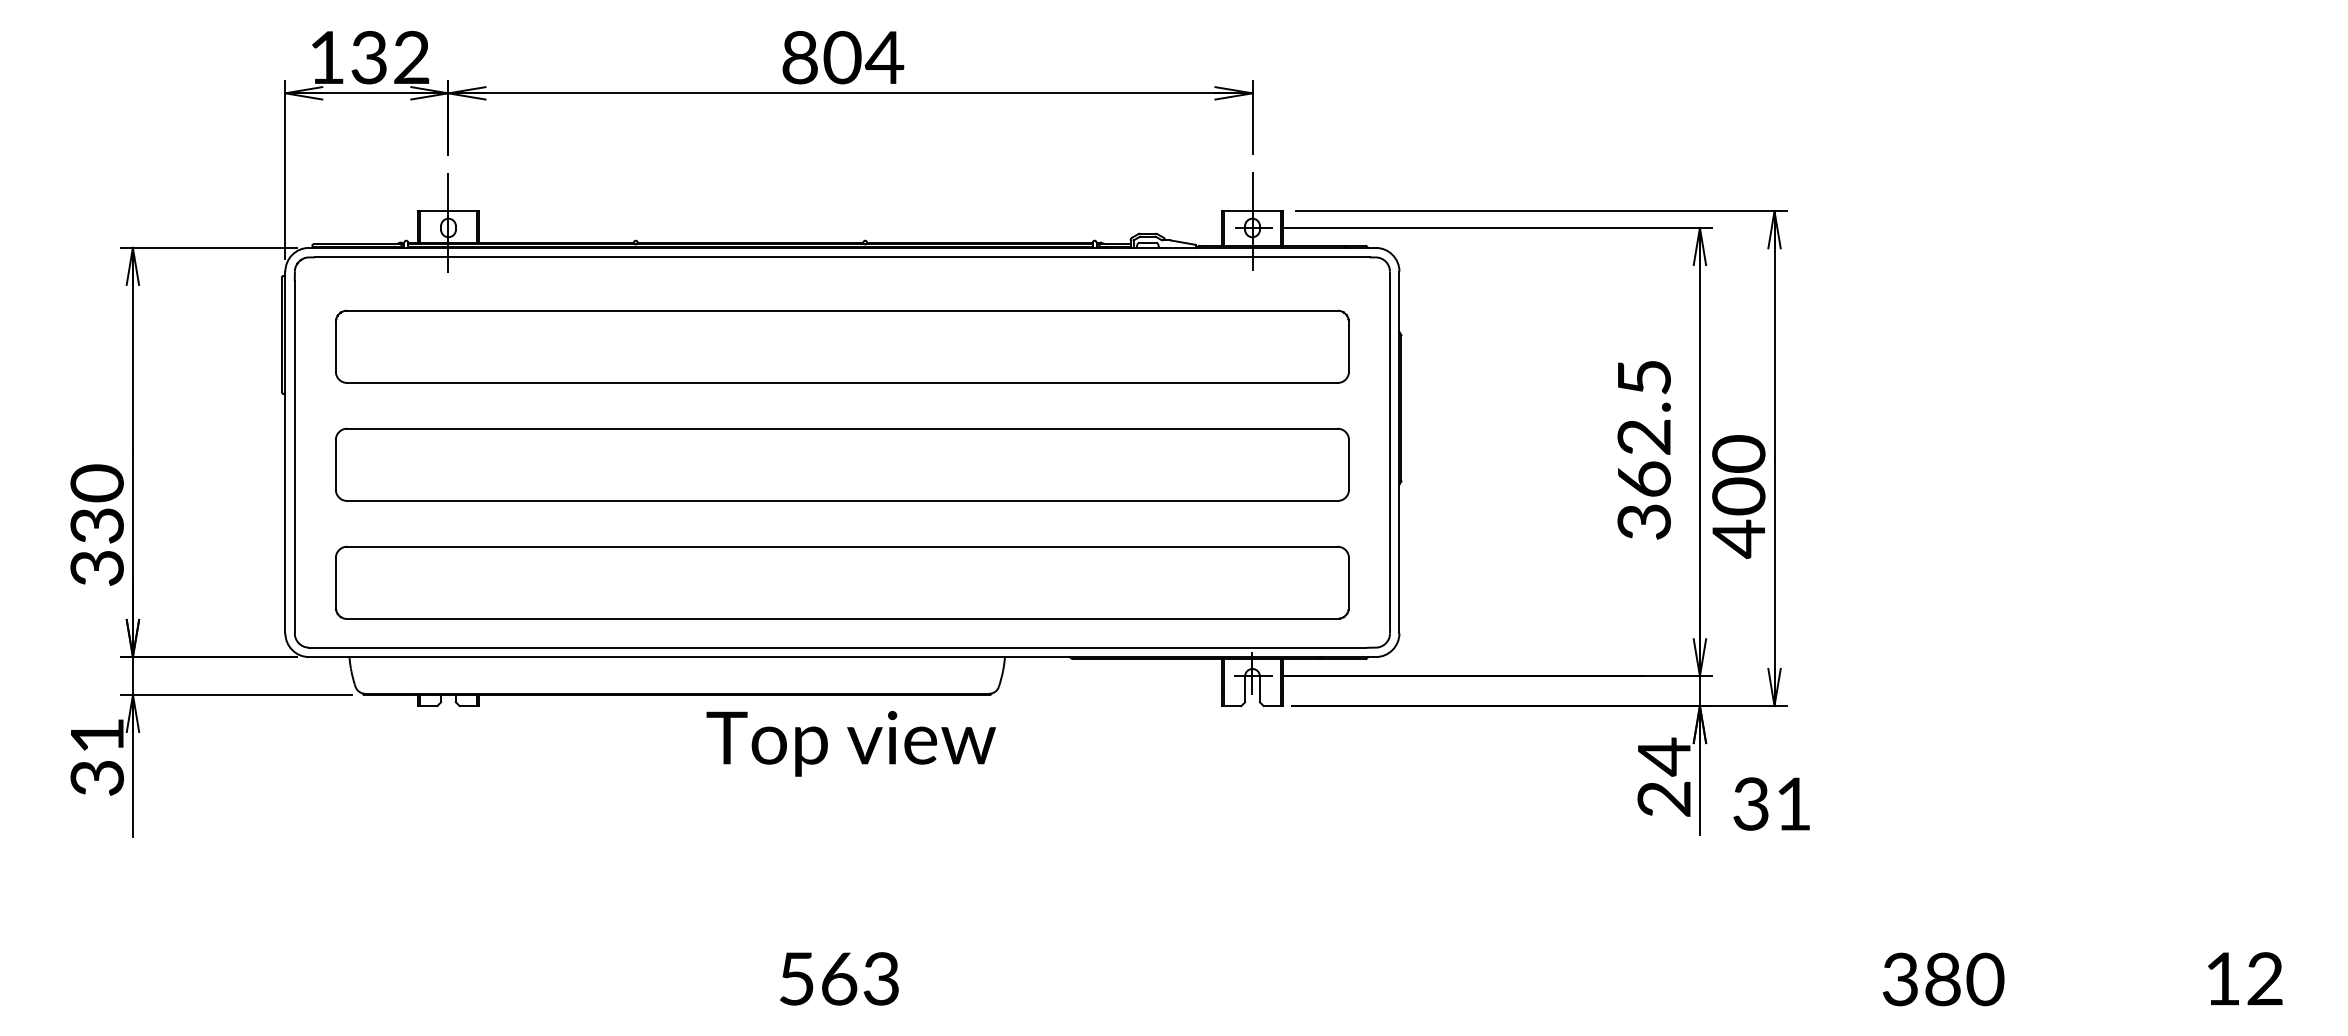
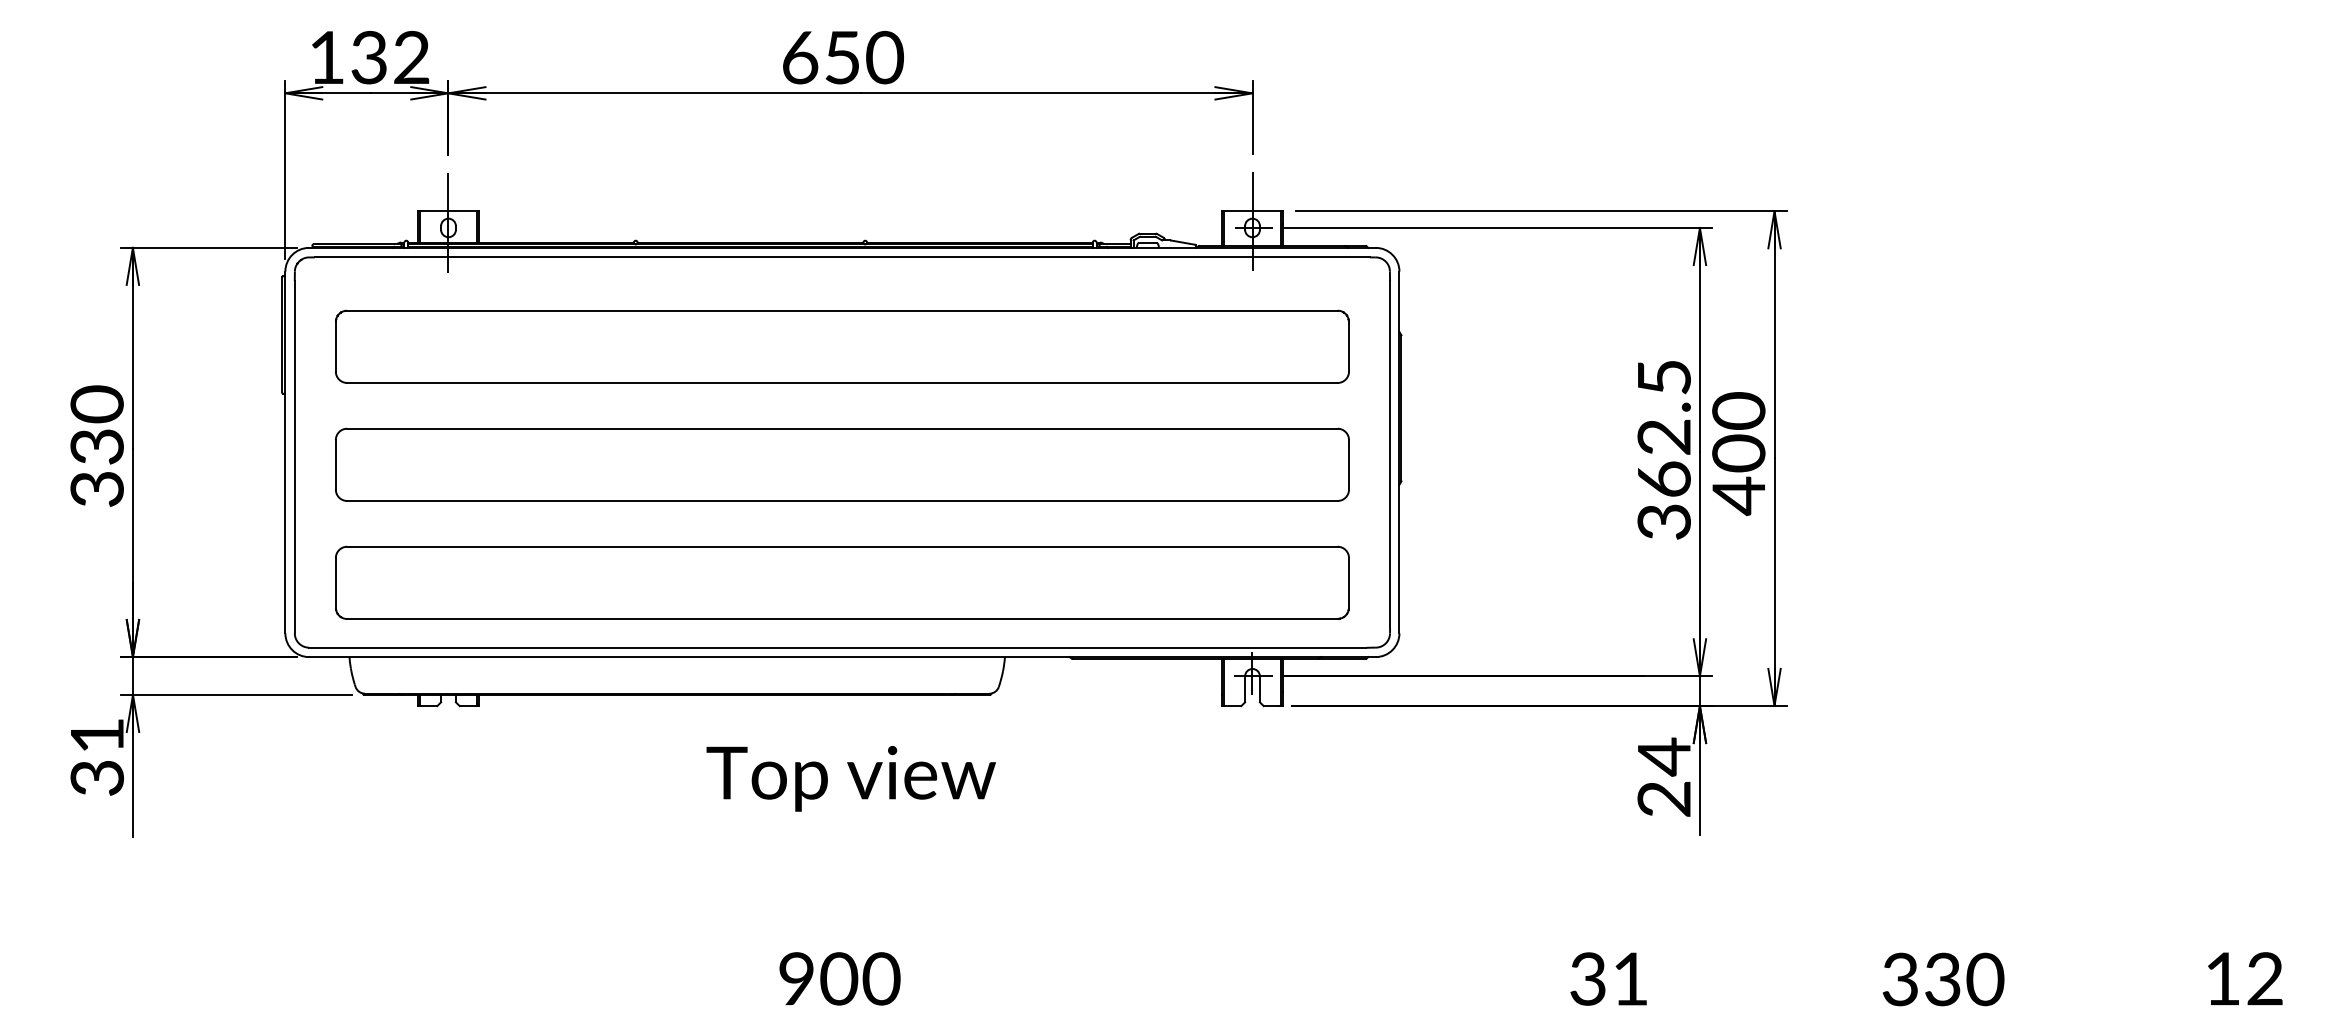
text at (843, 57): 804 -> 650
text at (1643, 450) position: (1643, 450) -> (1663, 450)
text at (1738, 496) position: (1738, 496) -> (1738, 453)
text at (96, 524) position: (96, 524) -> (96, 445)
text at (850, 743) position: (850, 743) -> (850, 778)
text at (1771, 803) position: (1771, 803) -> (1608, 978)
text at (839, 978): 563 -> 900
text at (1942, 979): 380 -> 330
